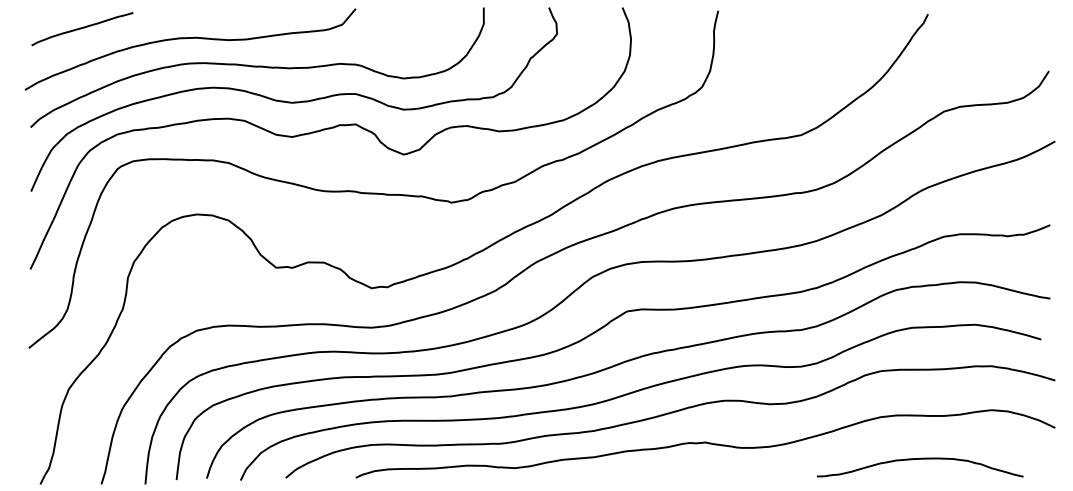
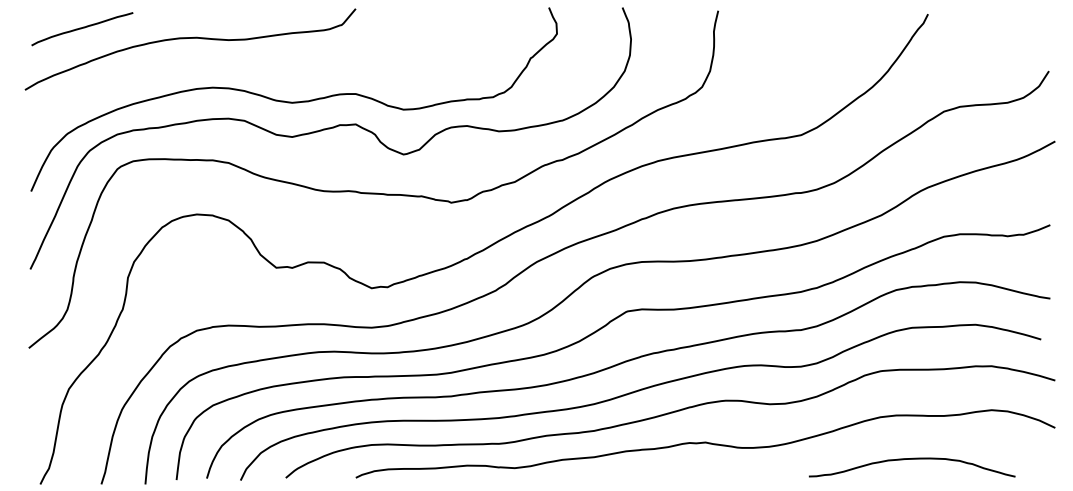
curve at (257, 67): present -> none
curve at (919, 459) position: (919, 459) -> (911, 459)
